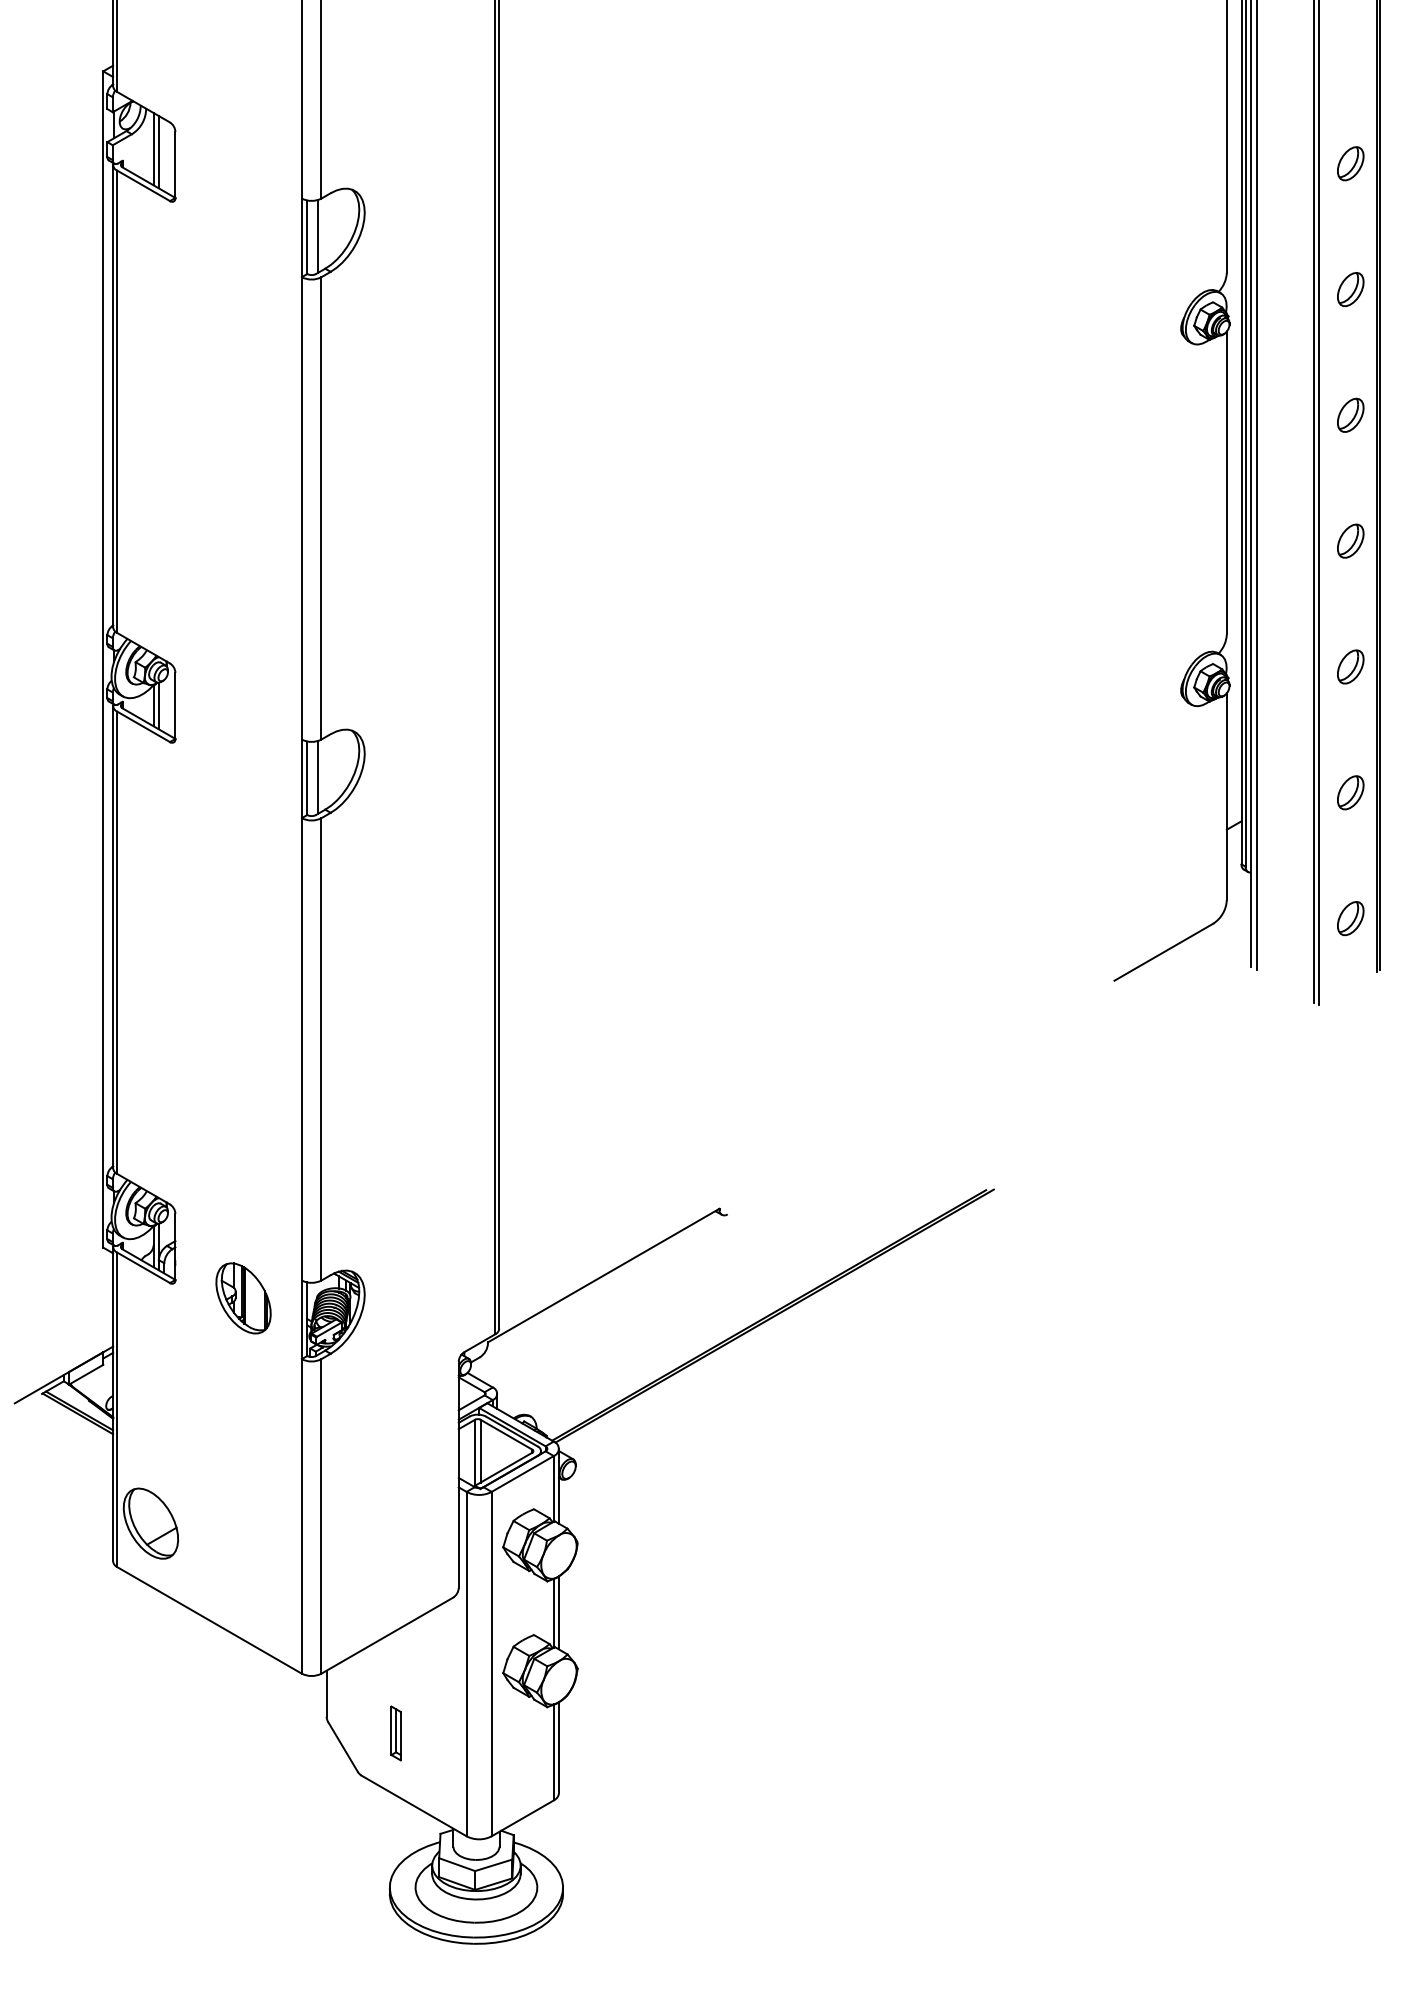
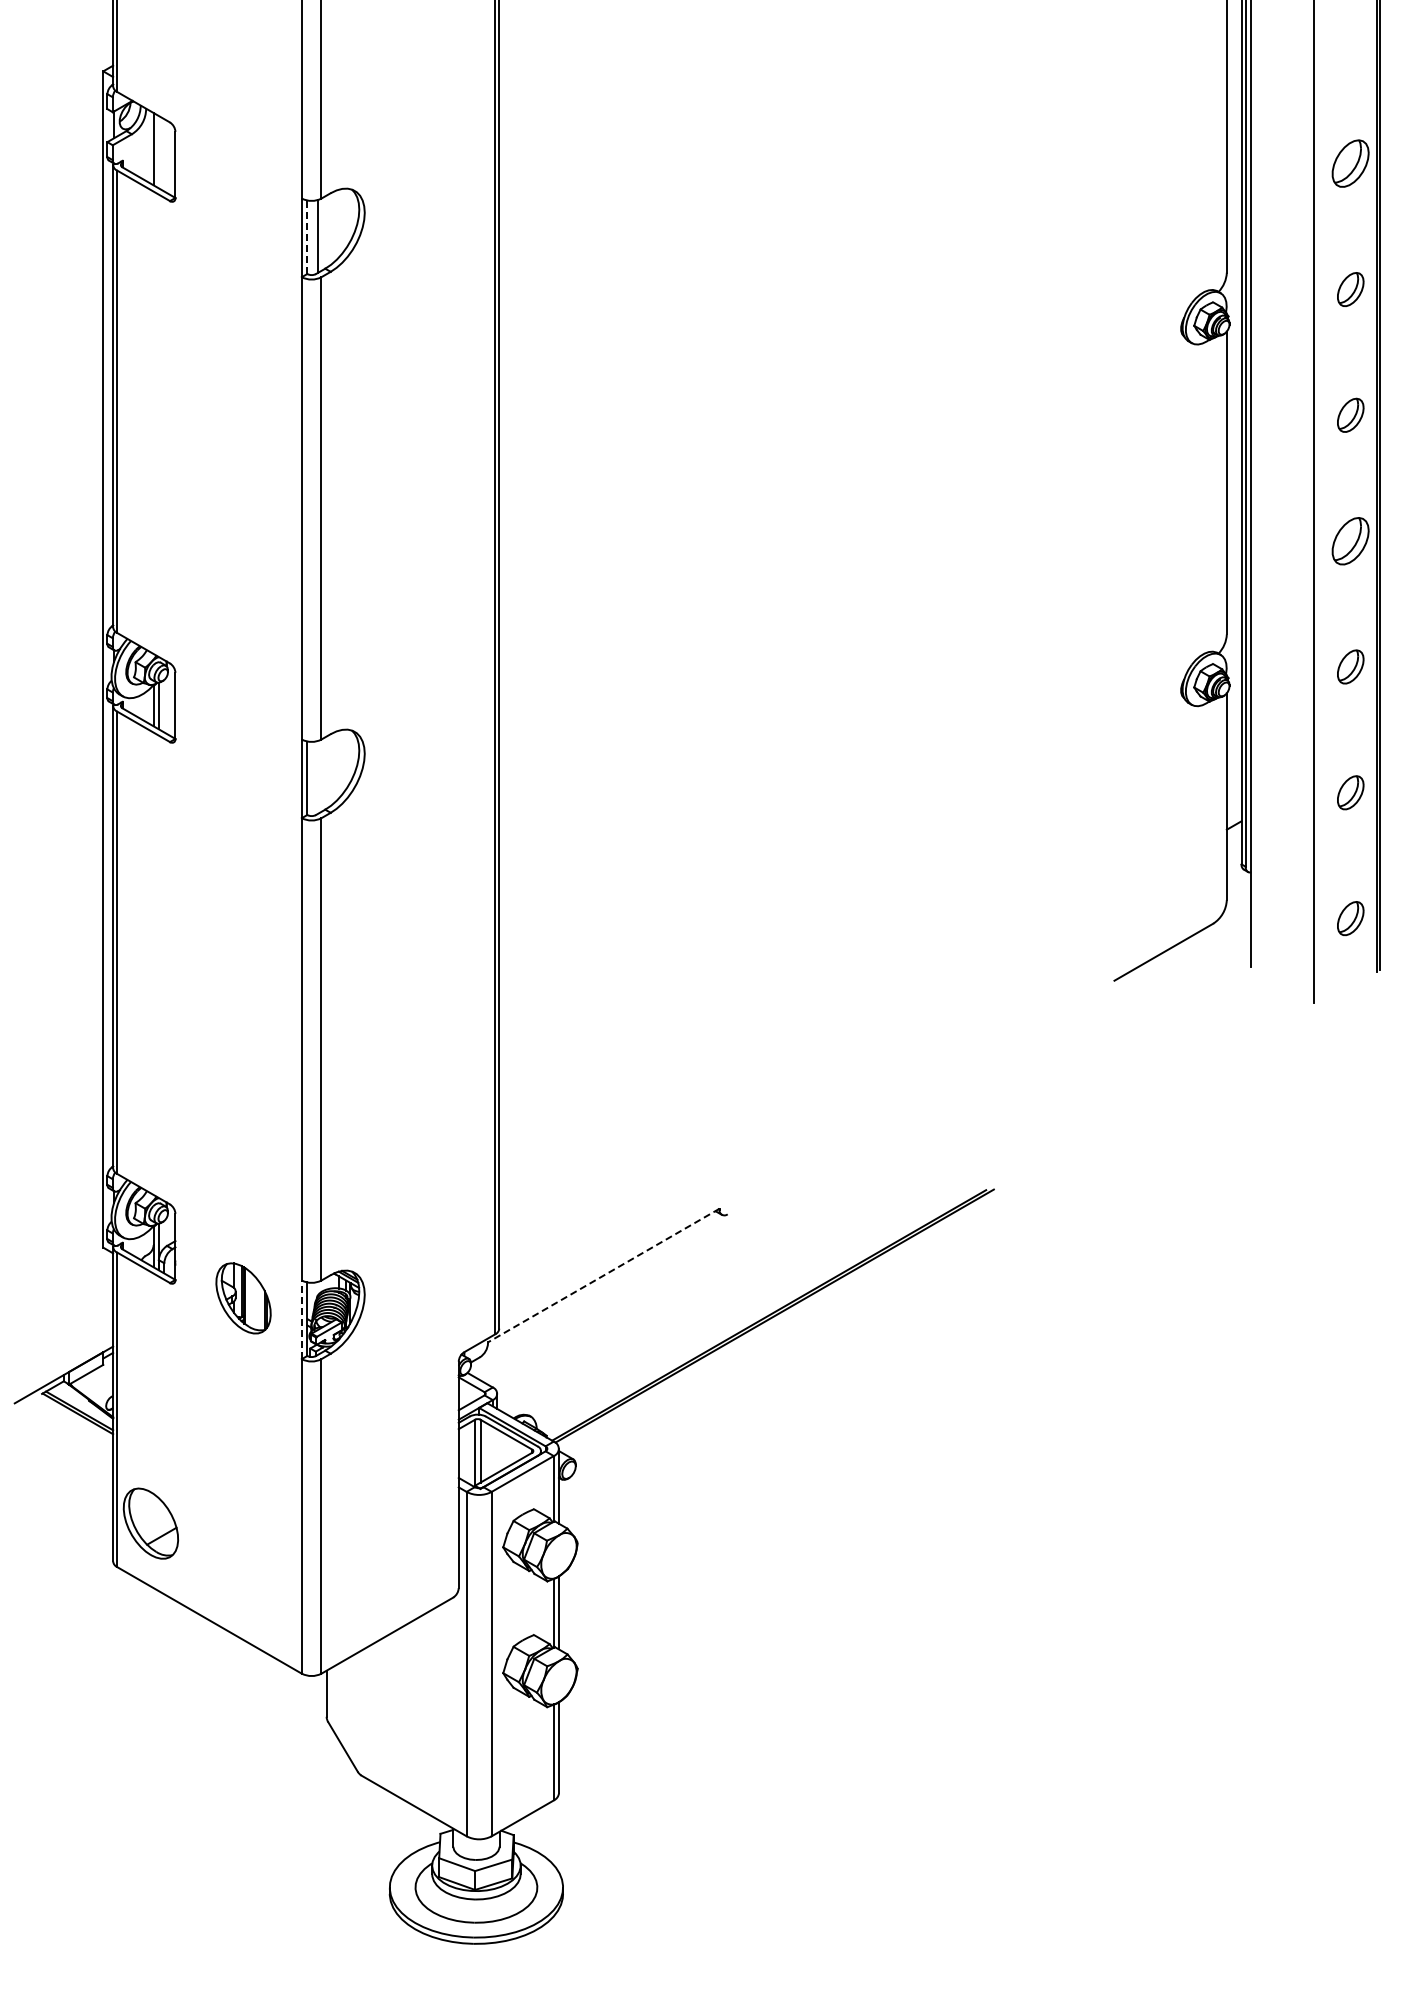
line at (158, 152): present -> none
part at (1350, 163) size: 28x36 px -> 39x49 px
line at (307, 237): solid -> dashed
line at (1256, 486): present -> none
line at (1319, 503): present -> none
part at (1350, 540) size: 28x36 px -> 39x49 px
line at (318, 776): present -> none
line at (603, 1275): solid -> dashed
line at (301, 1319): solid -> dashed
part at (395, 1733): present -> none
